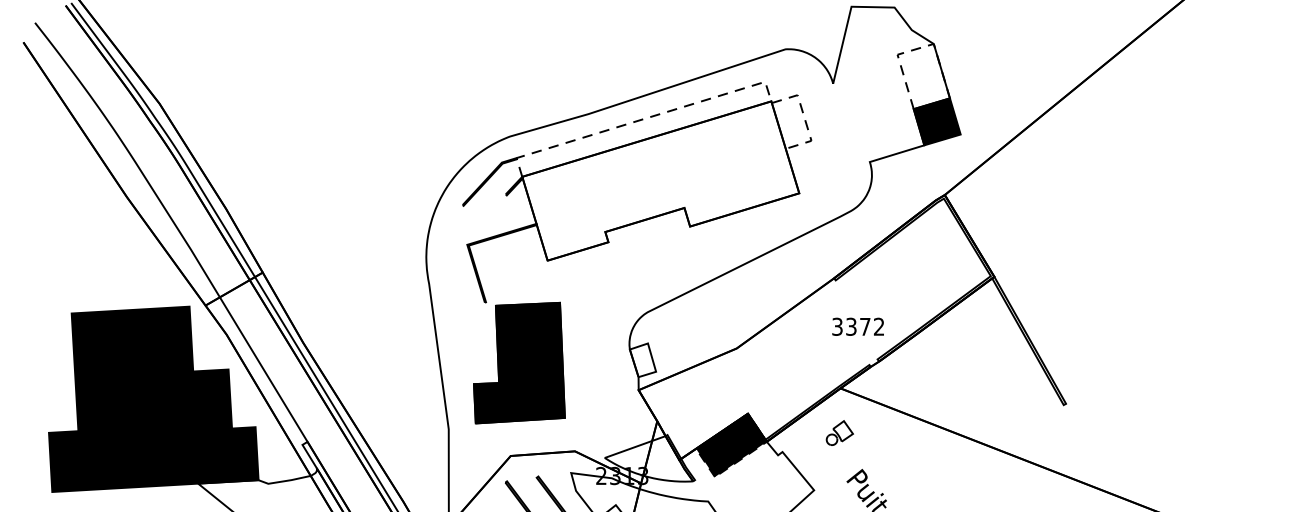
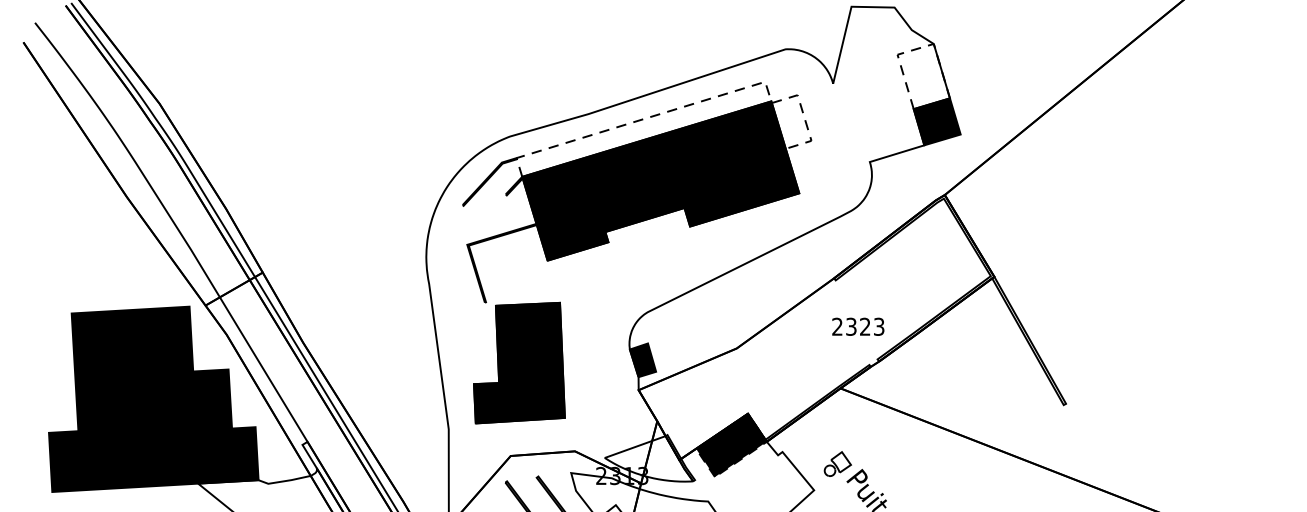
fill at (660, 180): none -> present
text at (858, 326): 3372 -> 2323
fill at (642, 360): none -> present
part at (839, 432) position: (839, 432) -> (837, 463)
